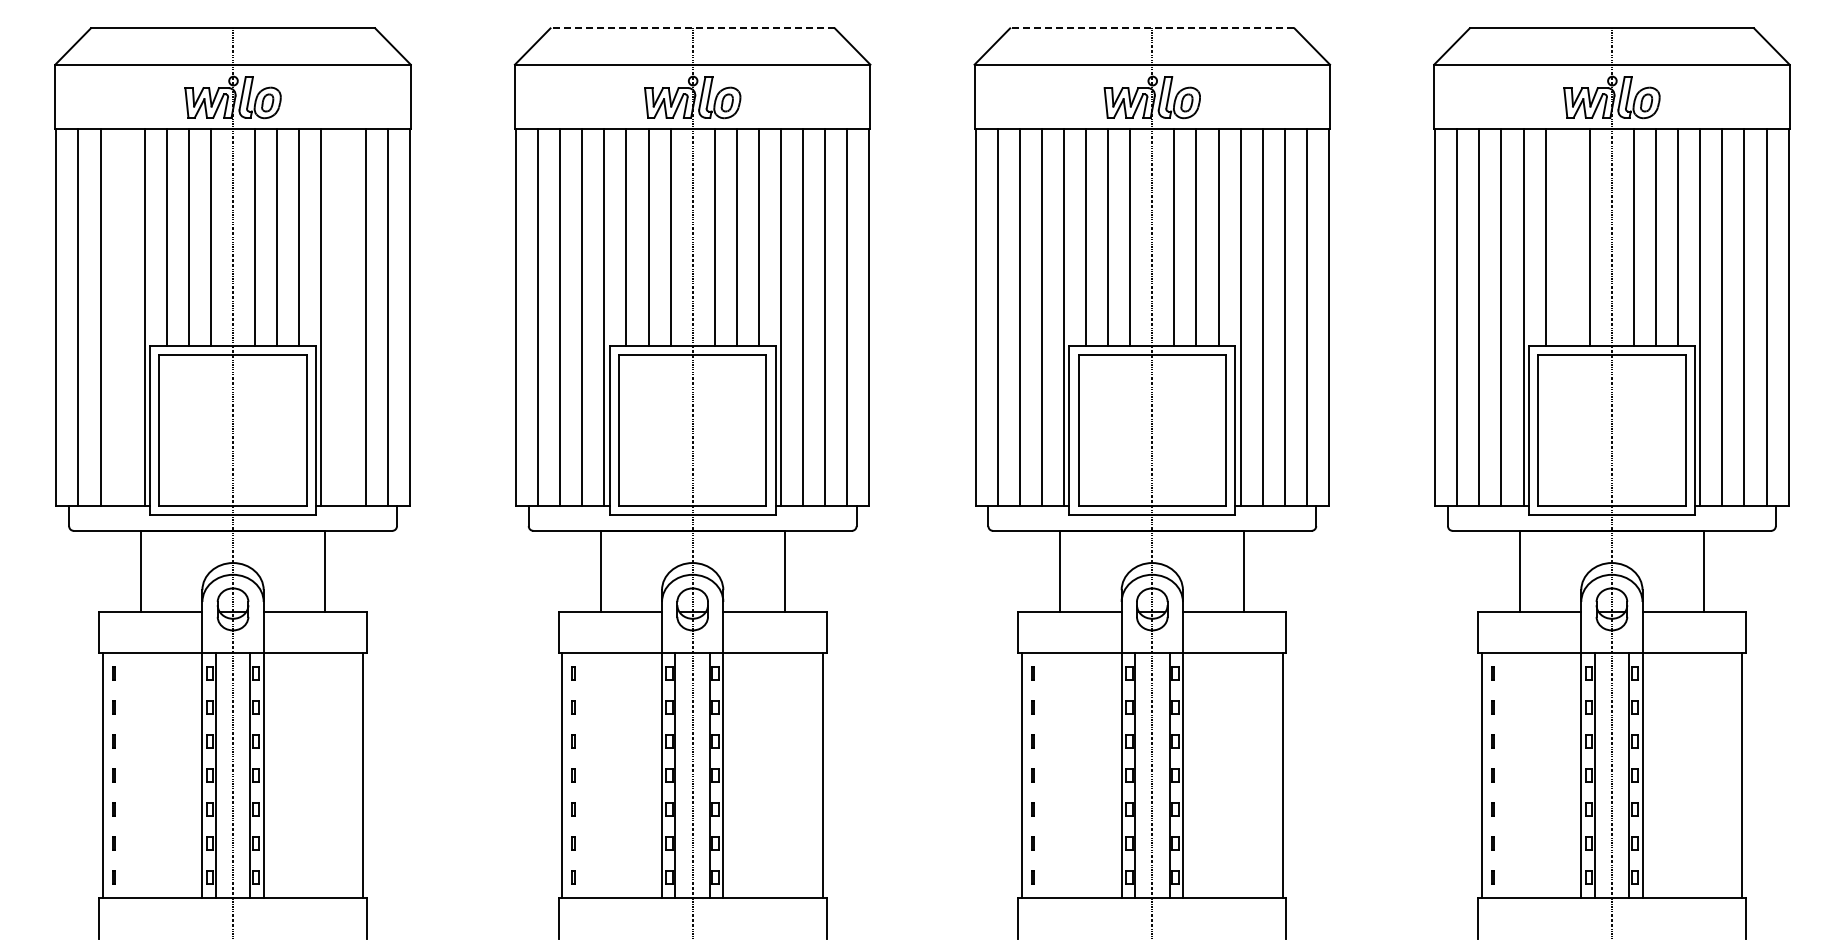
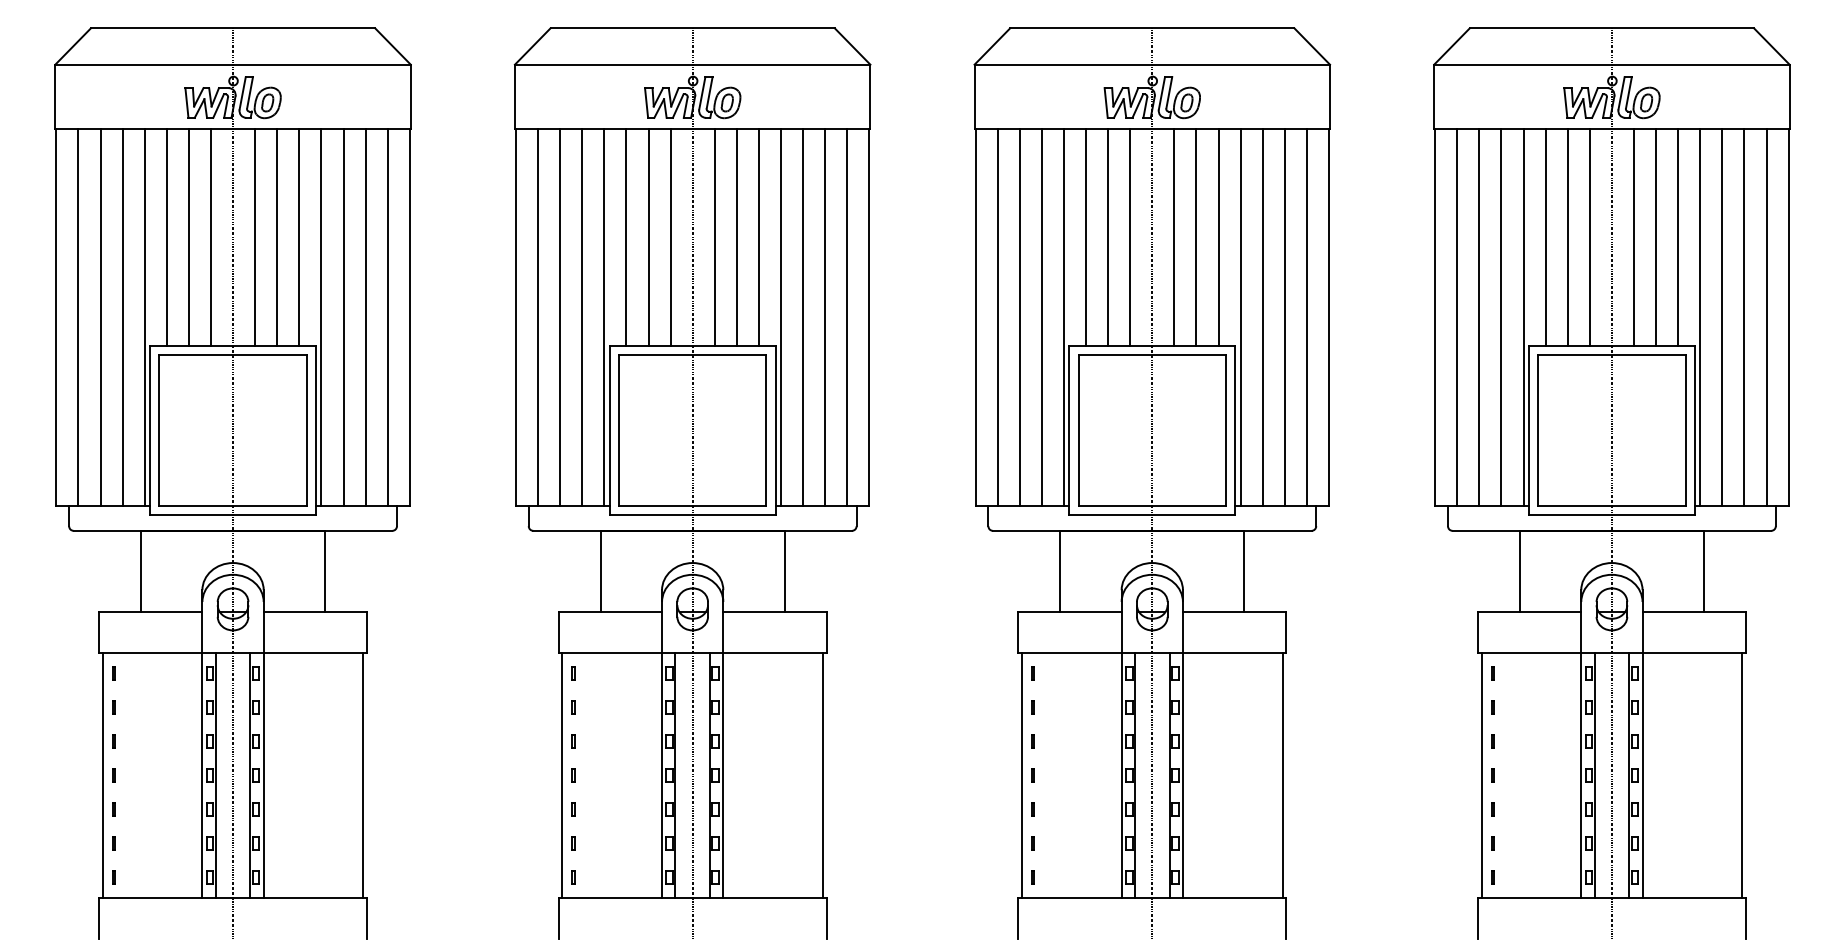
line at (692, 28): dashed -> solid
line at (1151, 28): dashed -> solid
line at (1567, 236): none -> present
line at (122, 316): none -> present
line at (343, 316): none -> present
